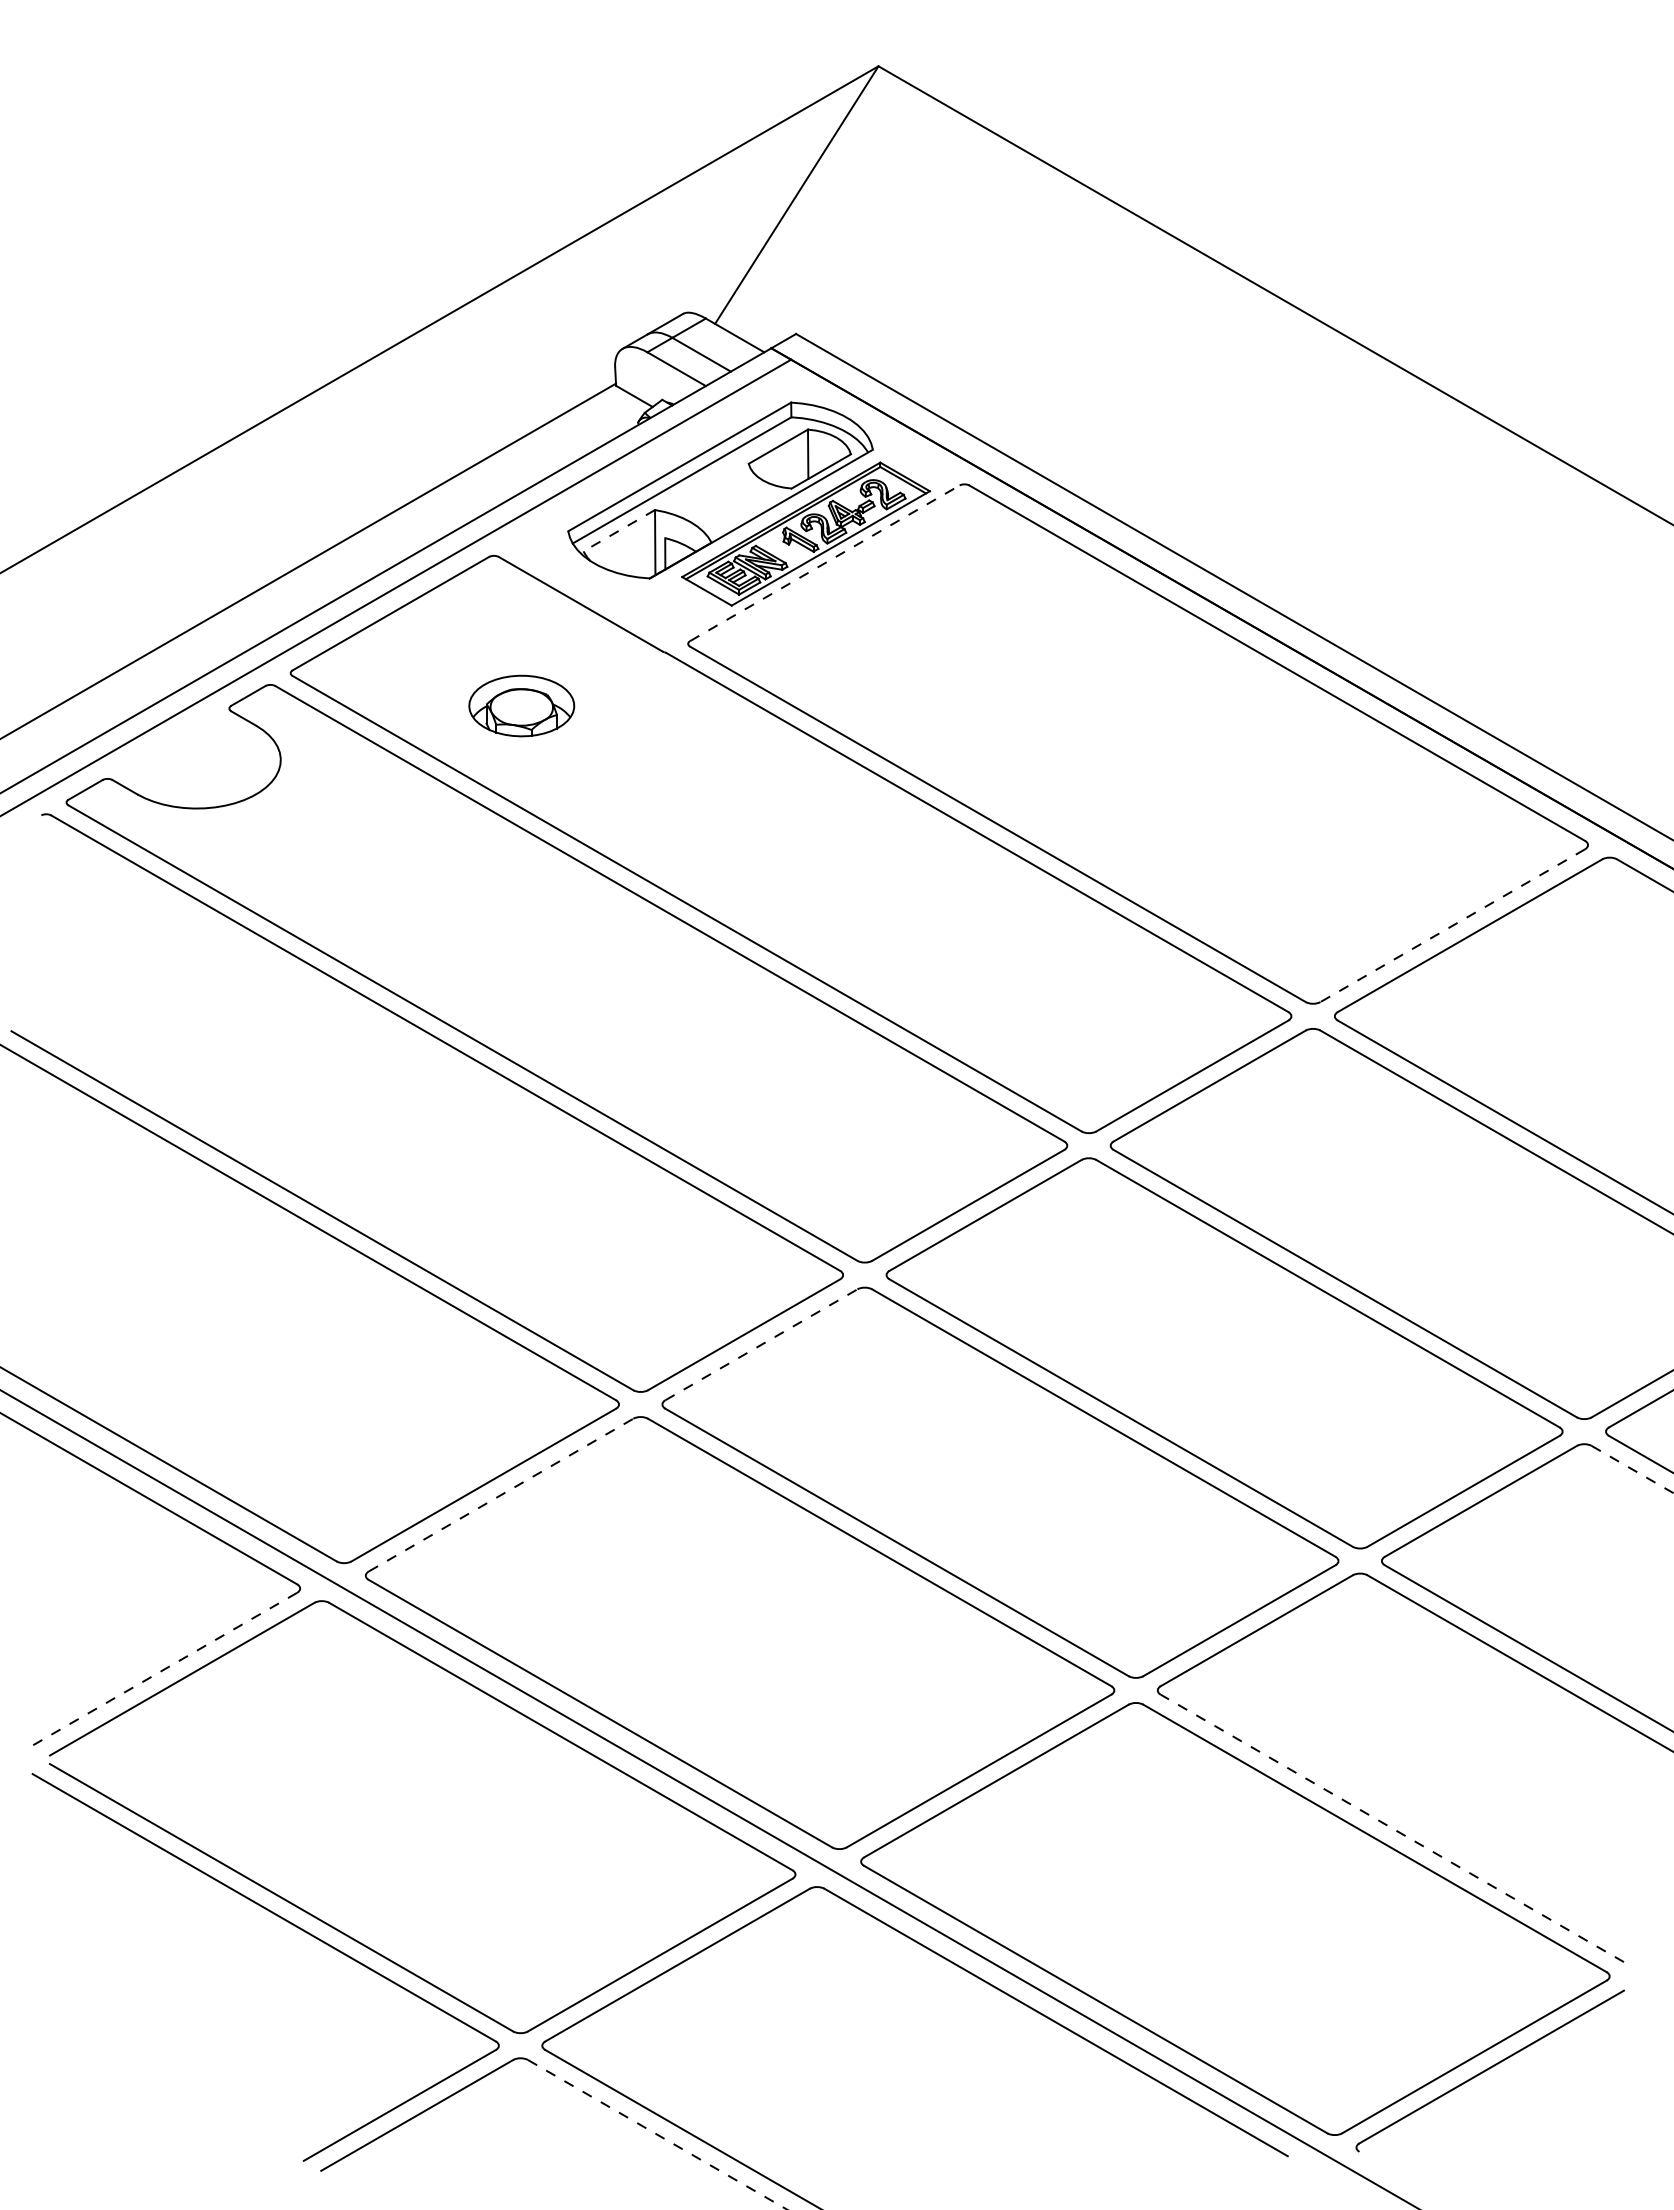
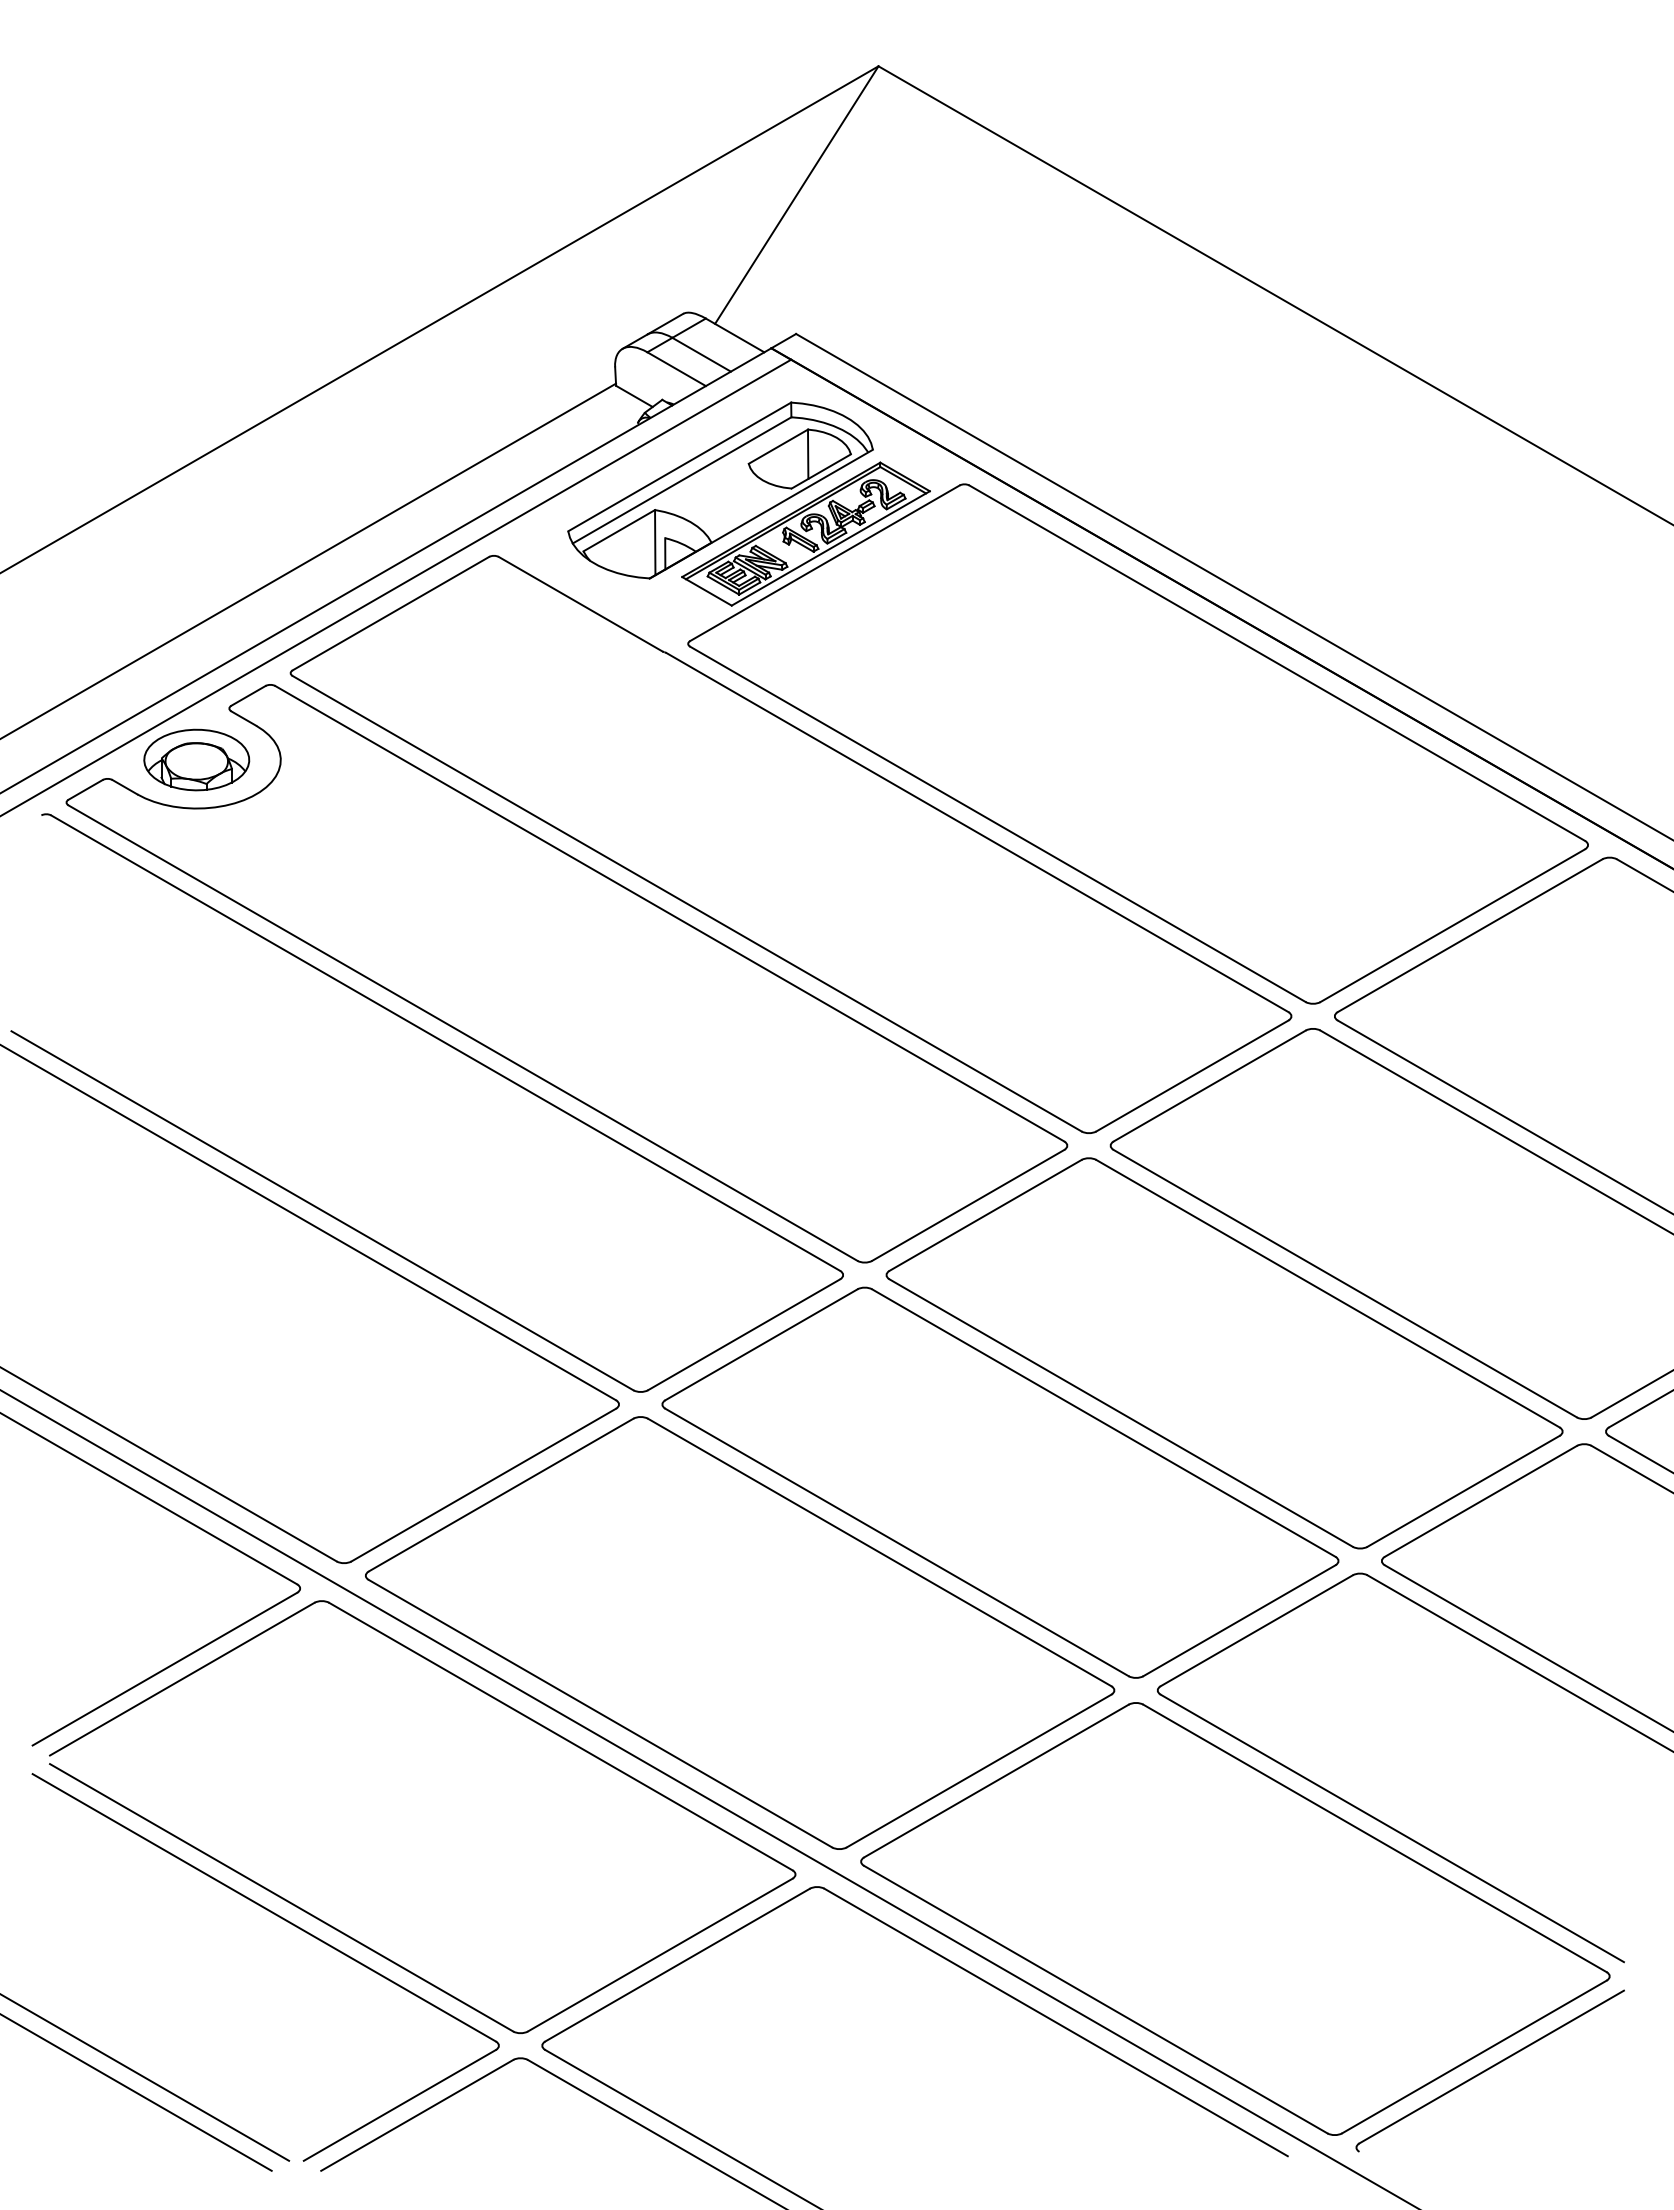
line at (618, 530): dashed -> solid
line at (824, 563): dashed -> solid
part at (521, 705) position: (521, 705) -> (196, 759)
line at (1452, 925): dashed -> solid
line at (761, 1344): dashed -> solid
line at (1633, 1469): dashed -> solid
line at (501, 1495): dashed -> solid
line at (164, 1669): dashed -> solid
line at (1391, 1828): dashed -> solid
line at (145, 2077): none -> present
line at (136, 2092): none -> present
line at (657, 2134): dashed -> solid
